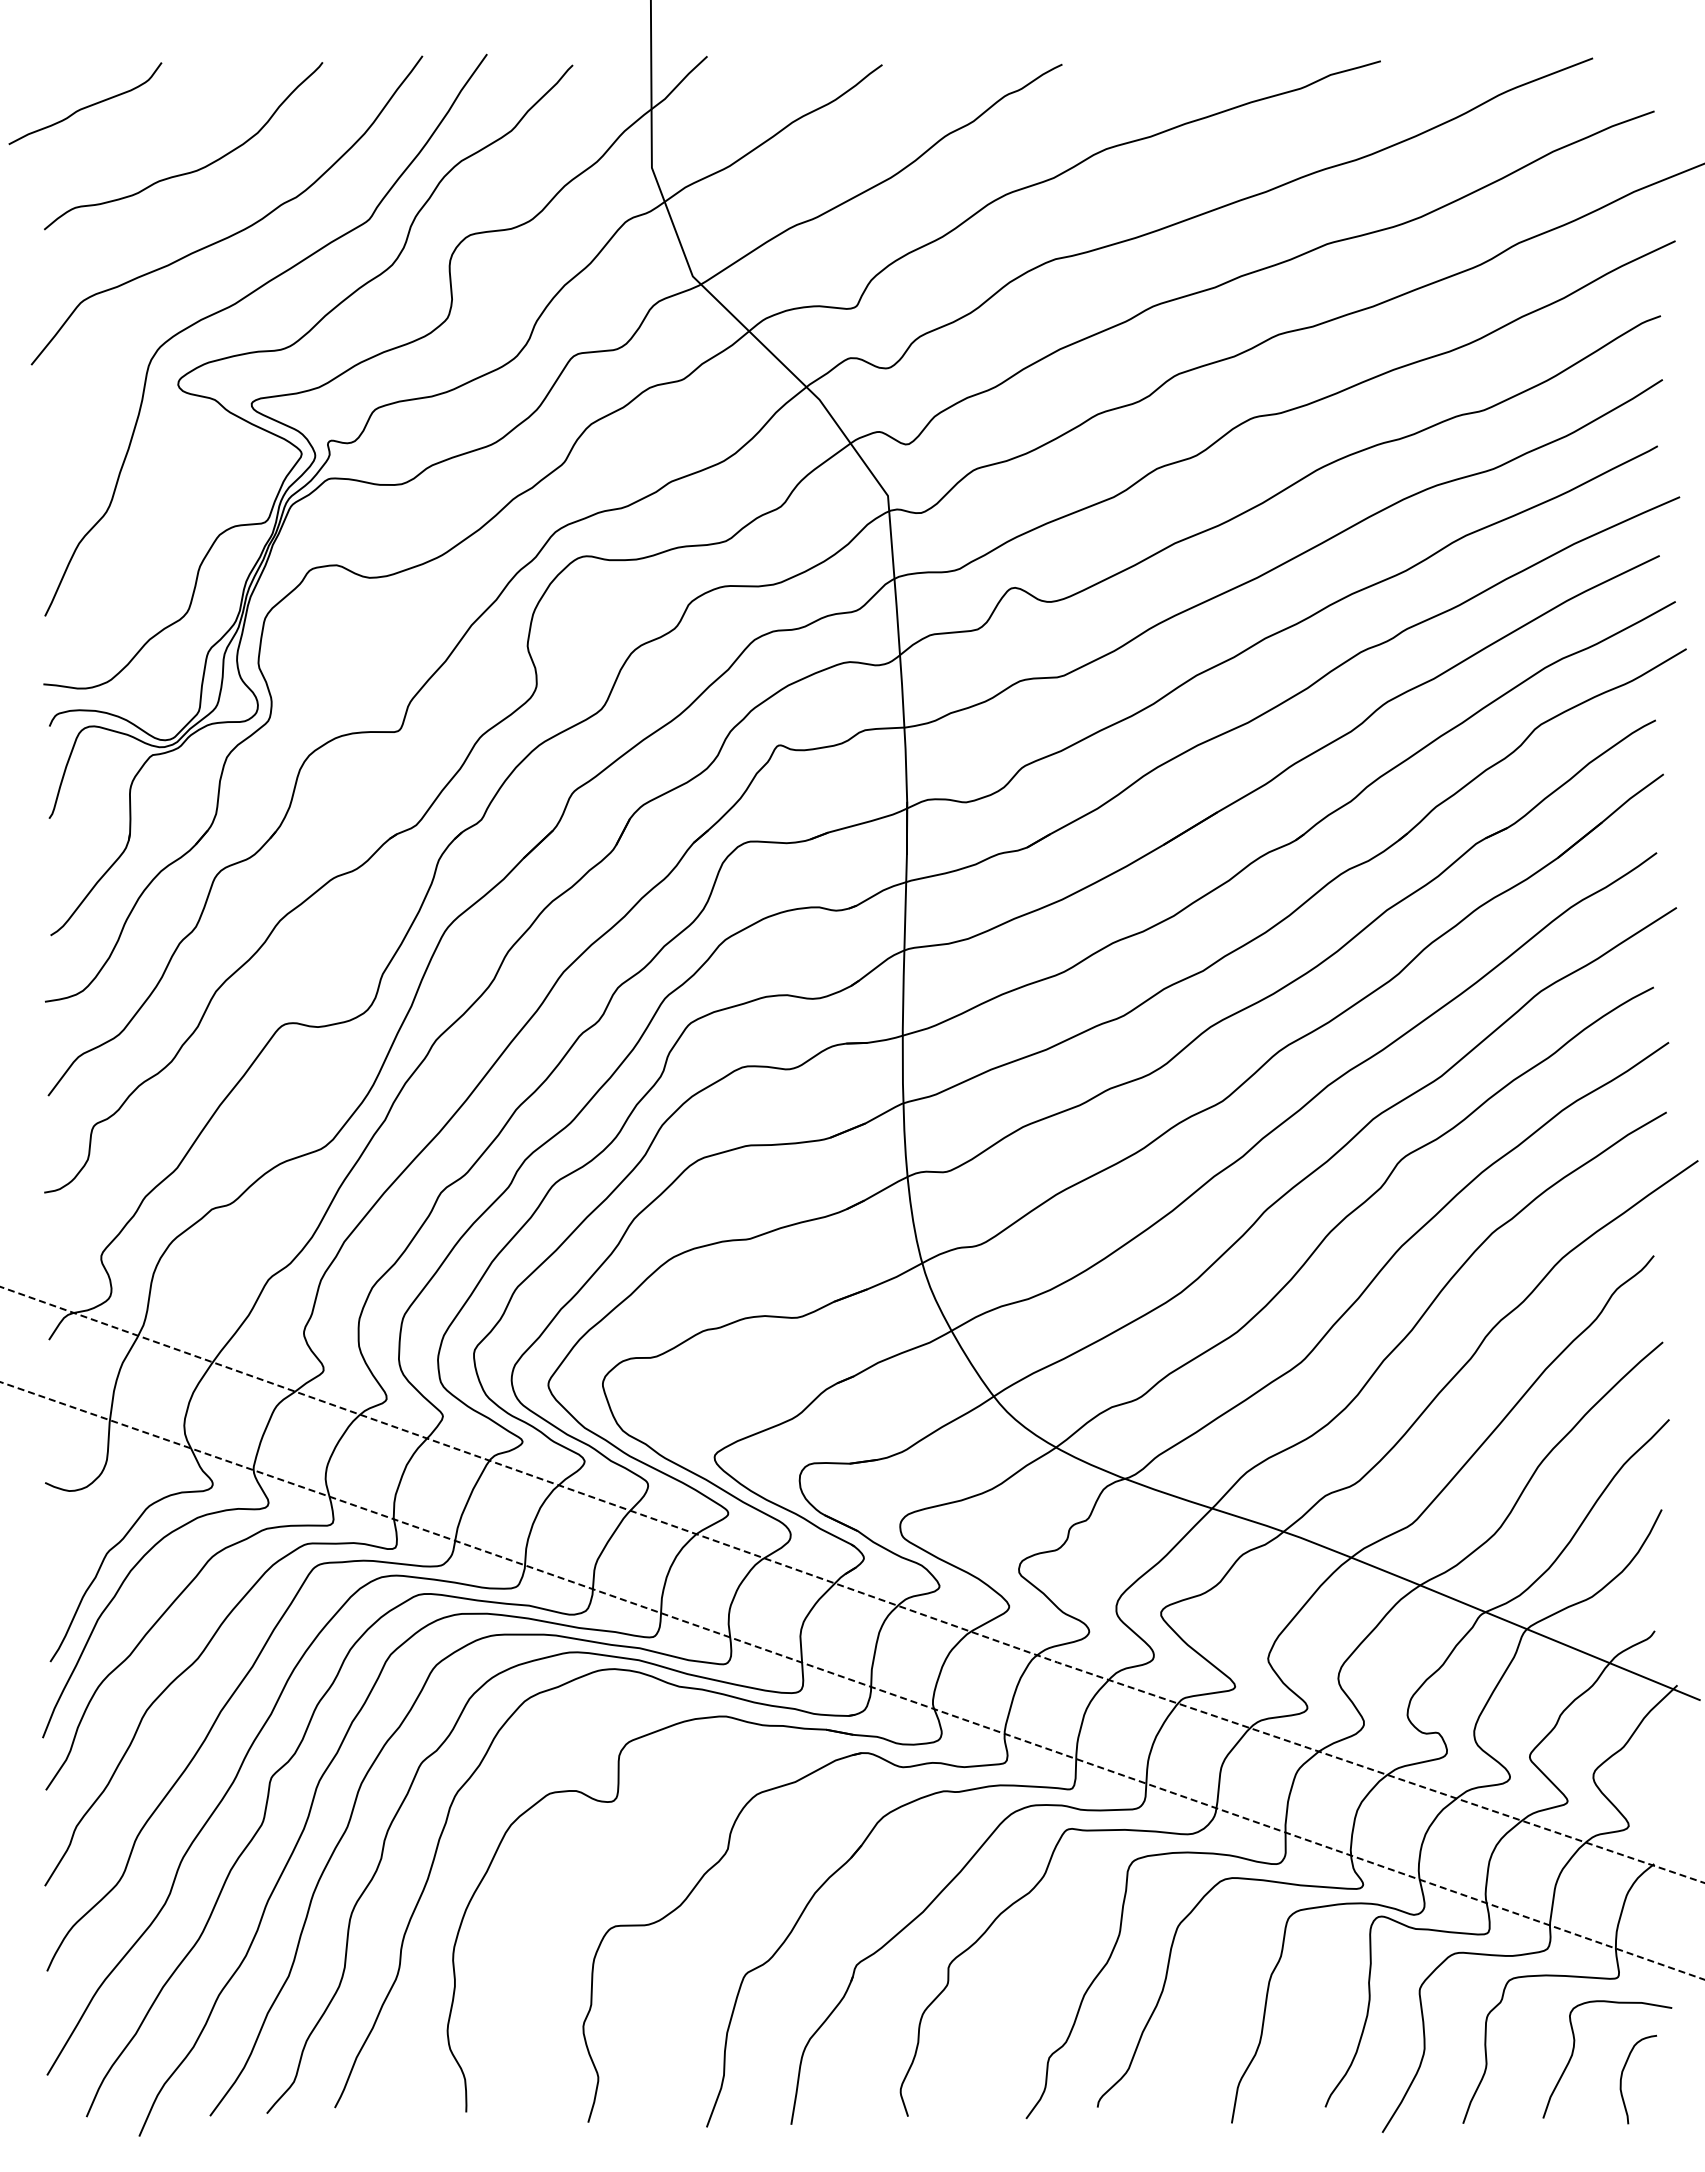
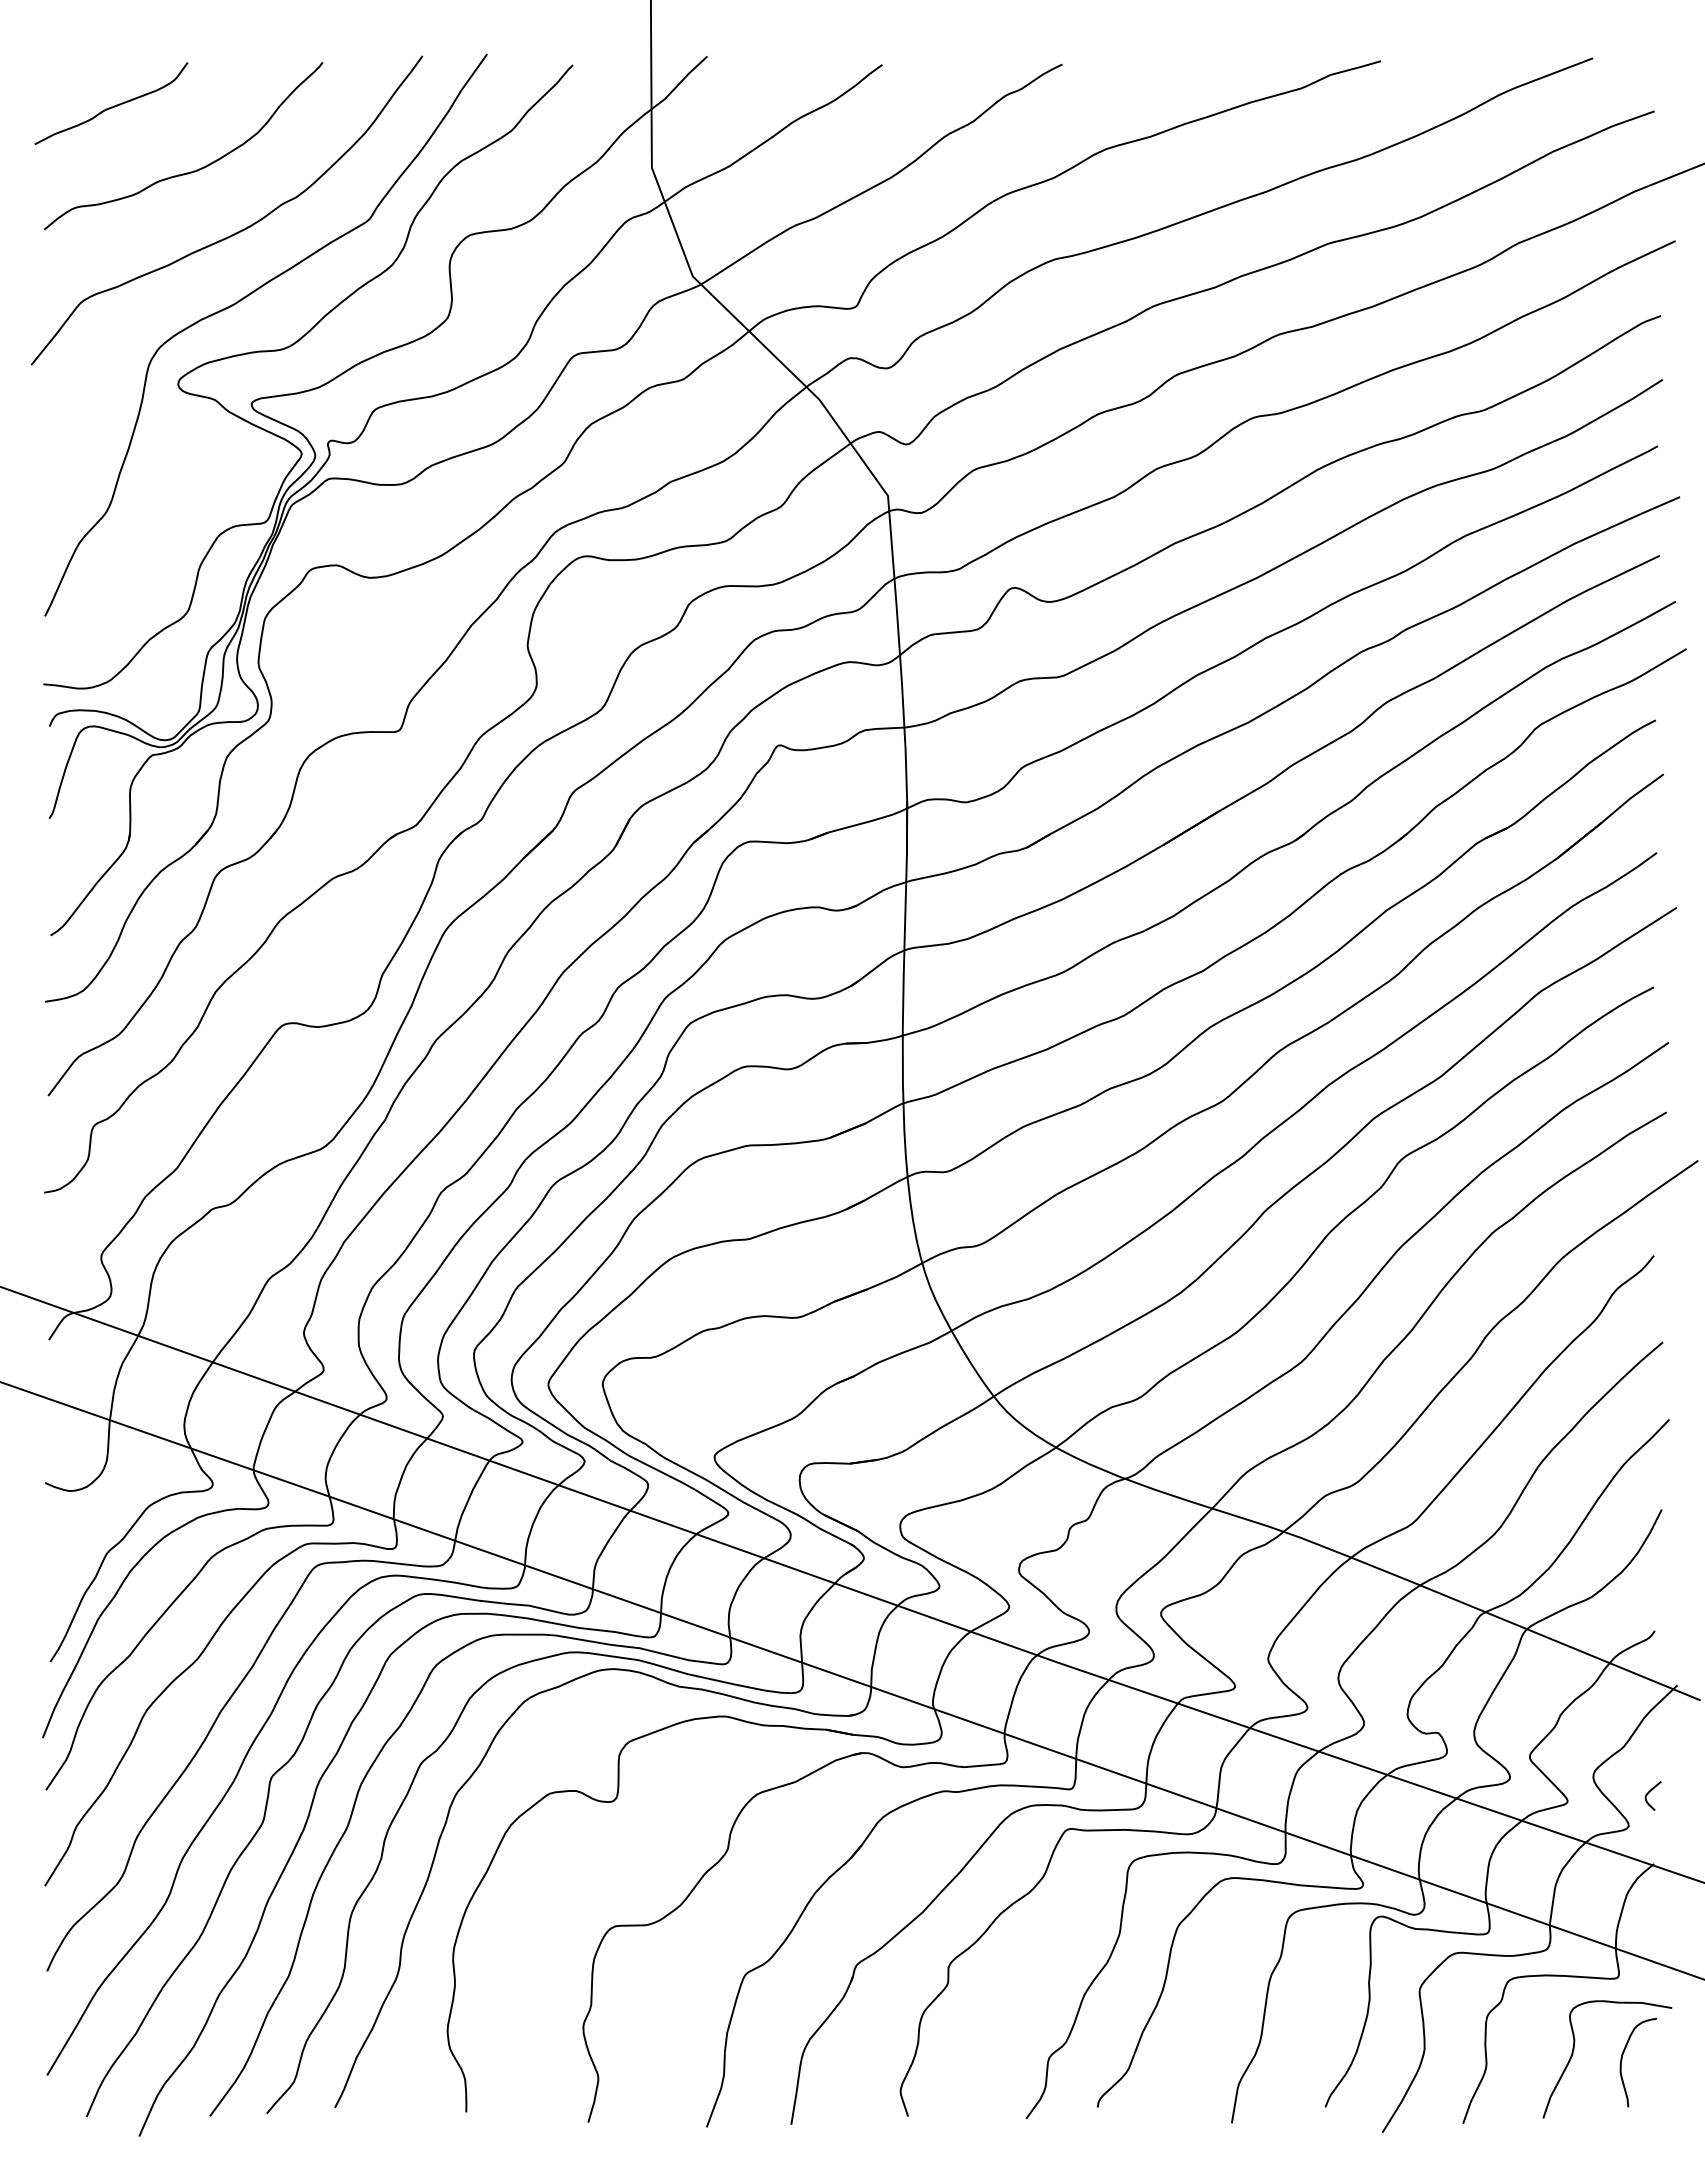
curve at (85, 106) position: (85, 106) -> (111, 106)
line at (852, 1589): dashed -> solid
line at (851, 1680): dashed -> solid
curve at (1649, 1793): none -> present
curve at (1622, 2077) position: (1622, 2077) -> (1622, 2060)
